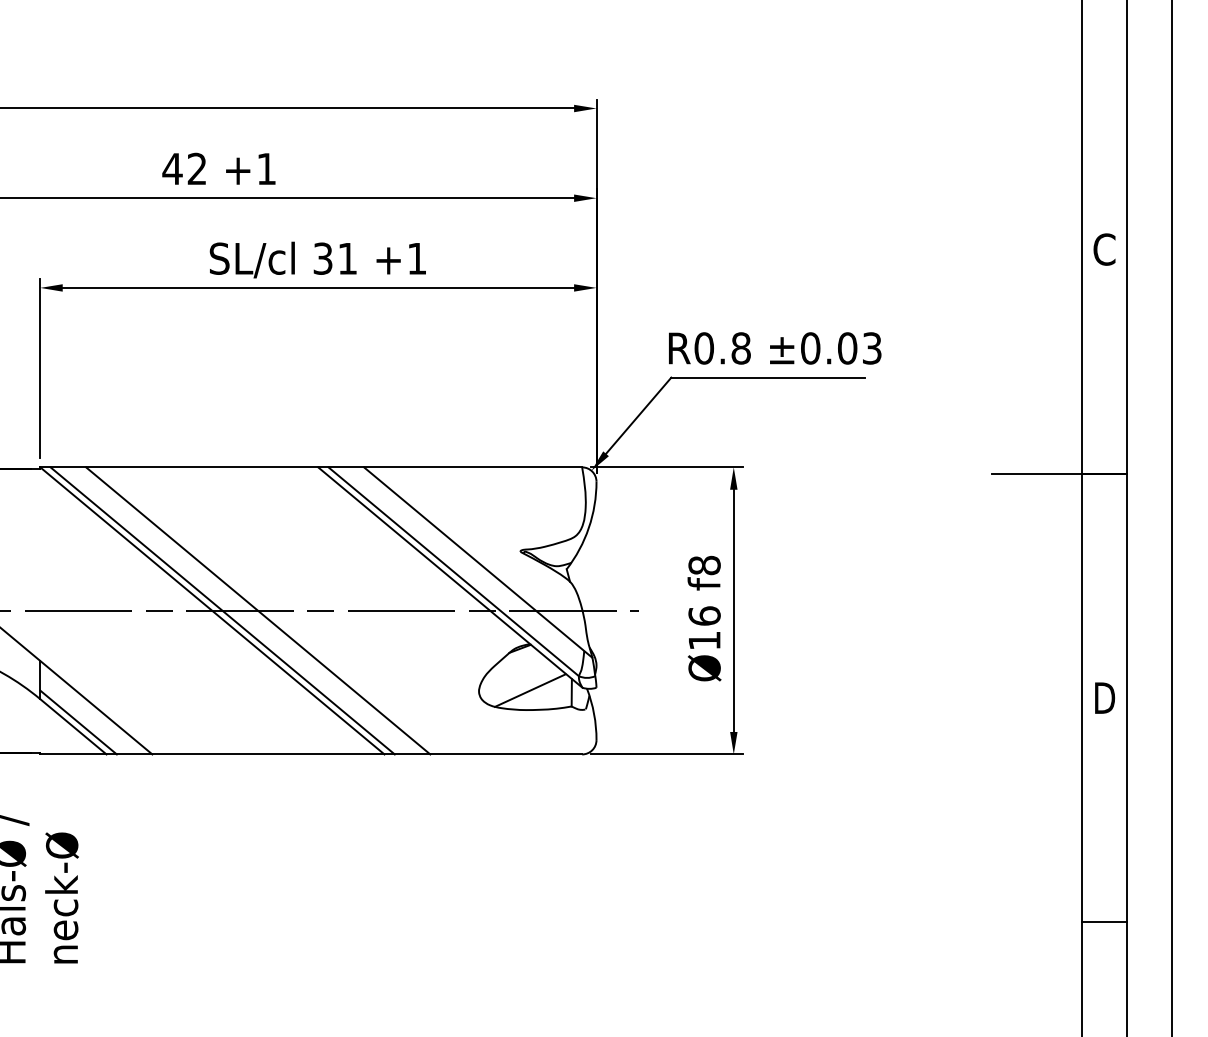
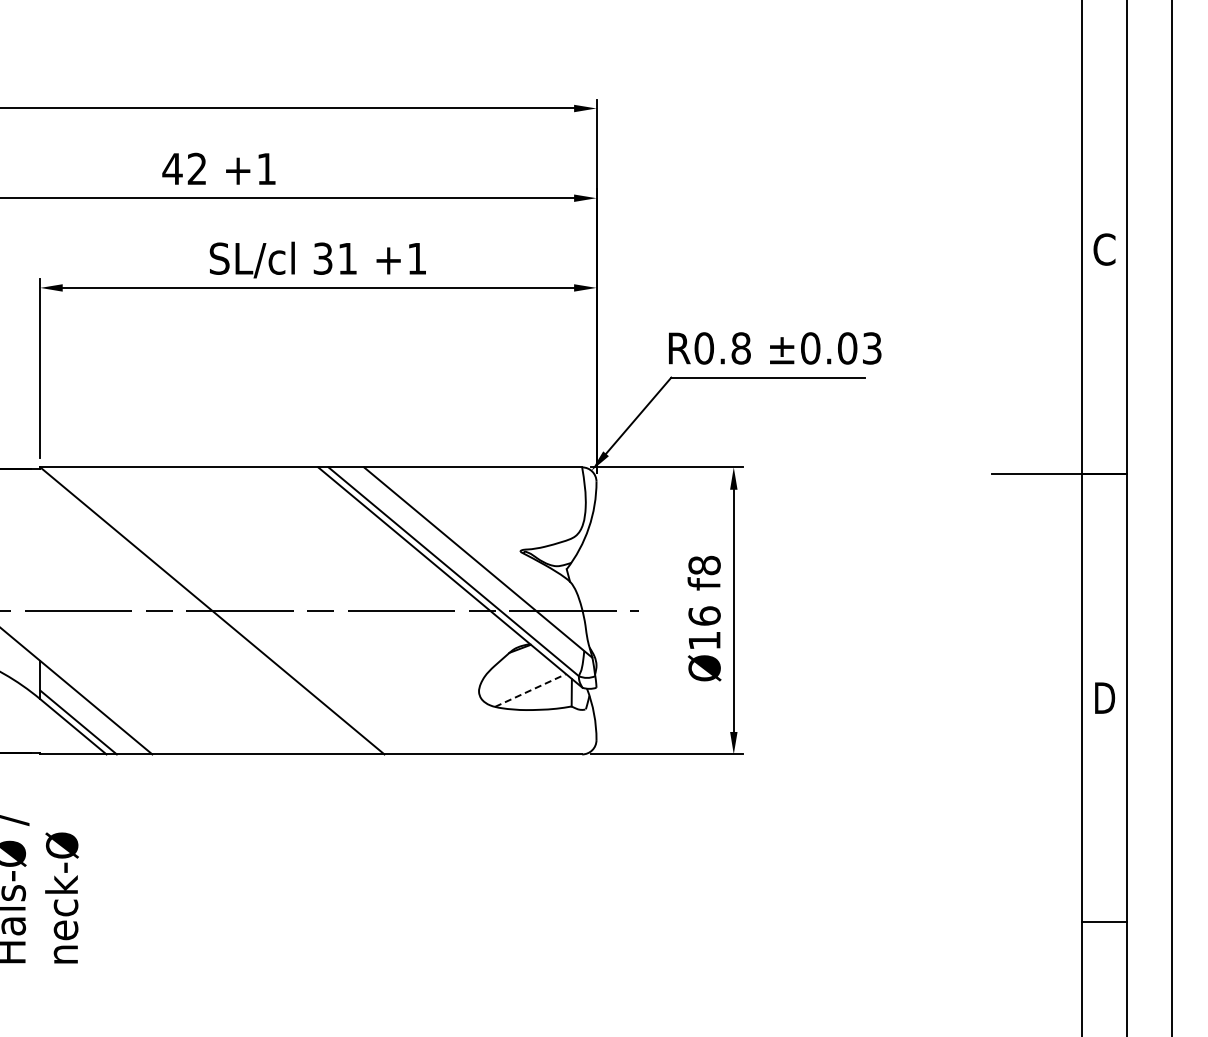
line at (222, 610): present -> none
line at (258, 610): present -> none
line at (530, 690): solid -> dashed
